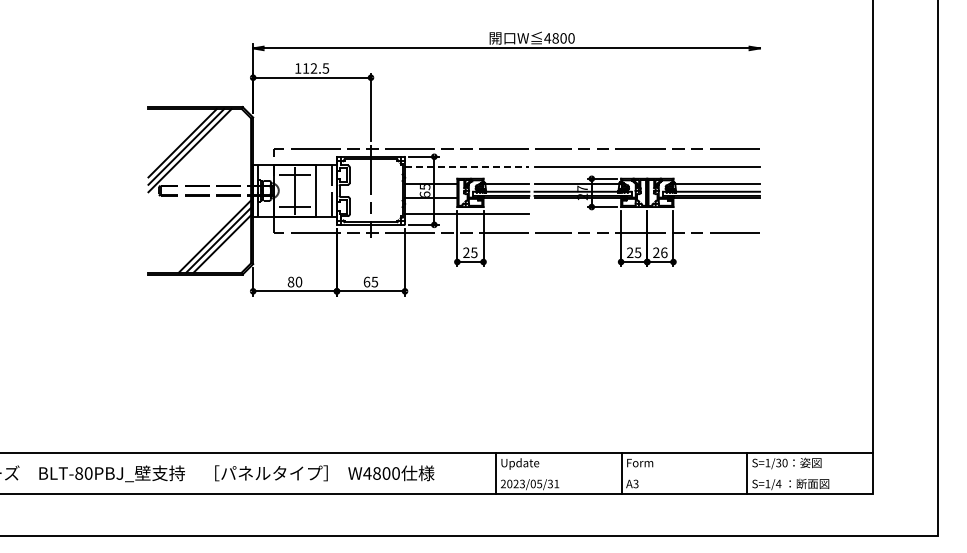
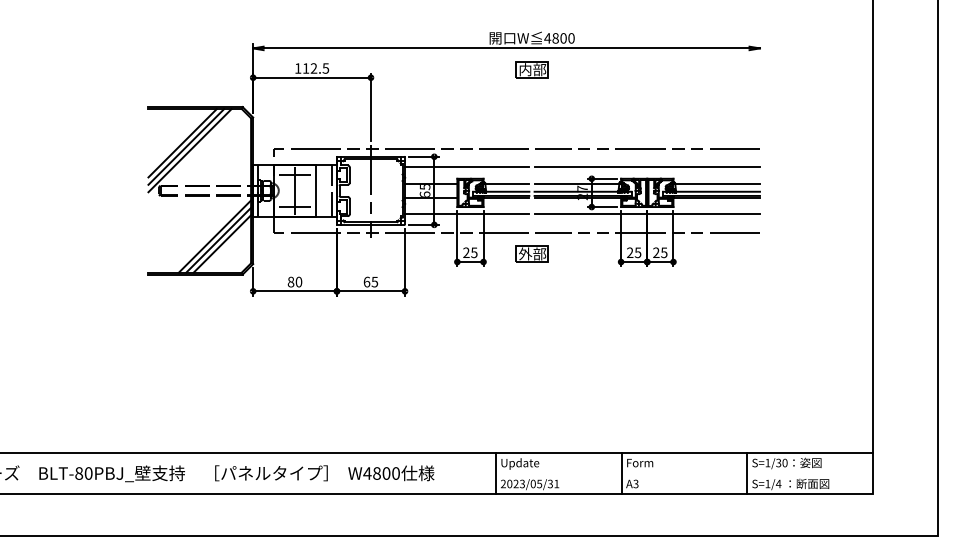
part at (531, 69): none -> present
line at (467, 167): dashed -> solid
line at (646, 214): none -> present
text at (664, 252): 26 -> 25
part at (531, 253): none -> present
